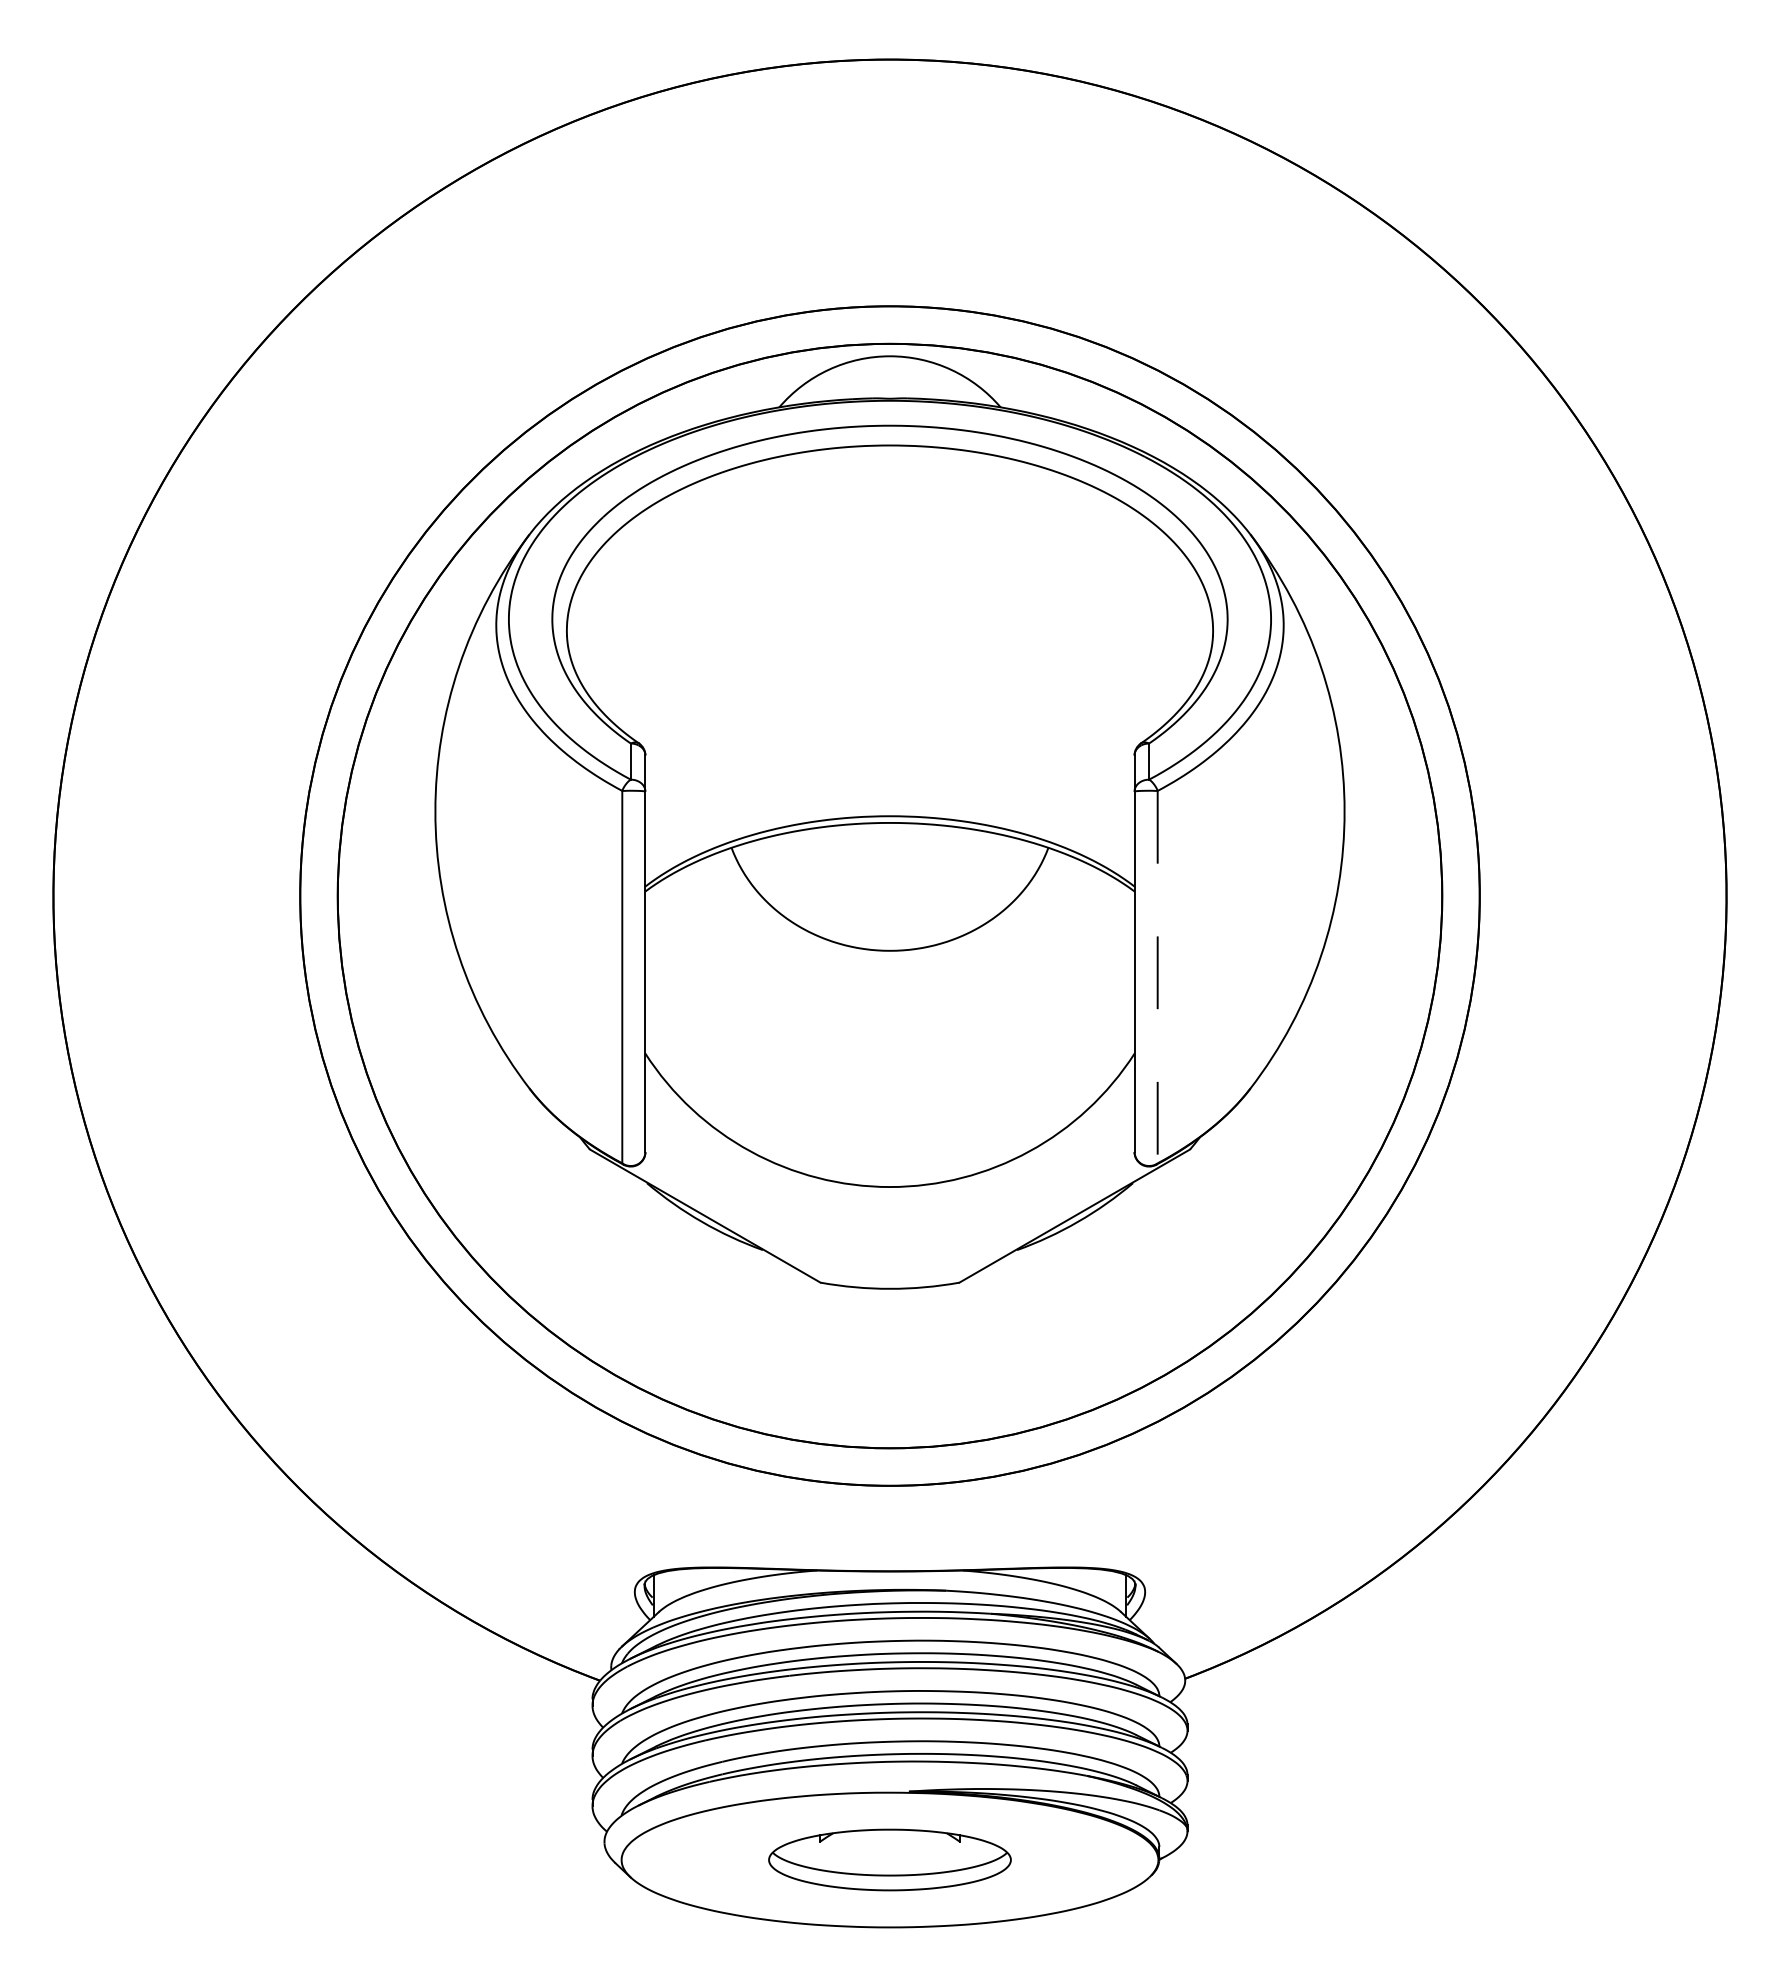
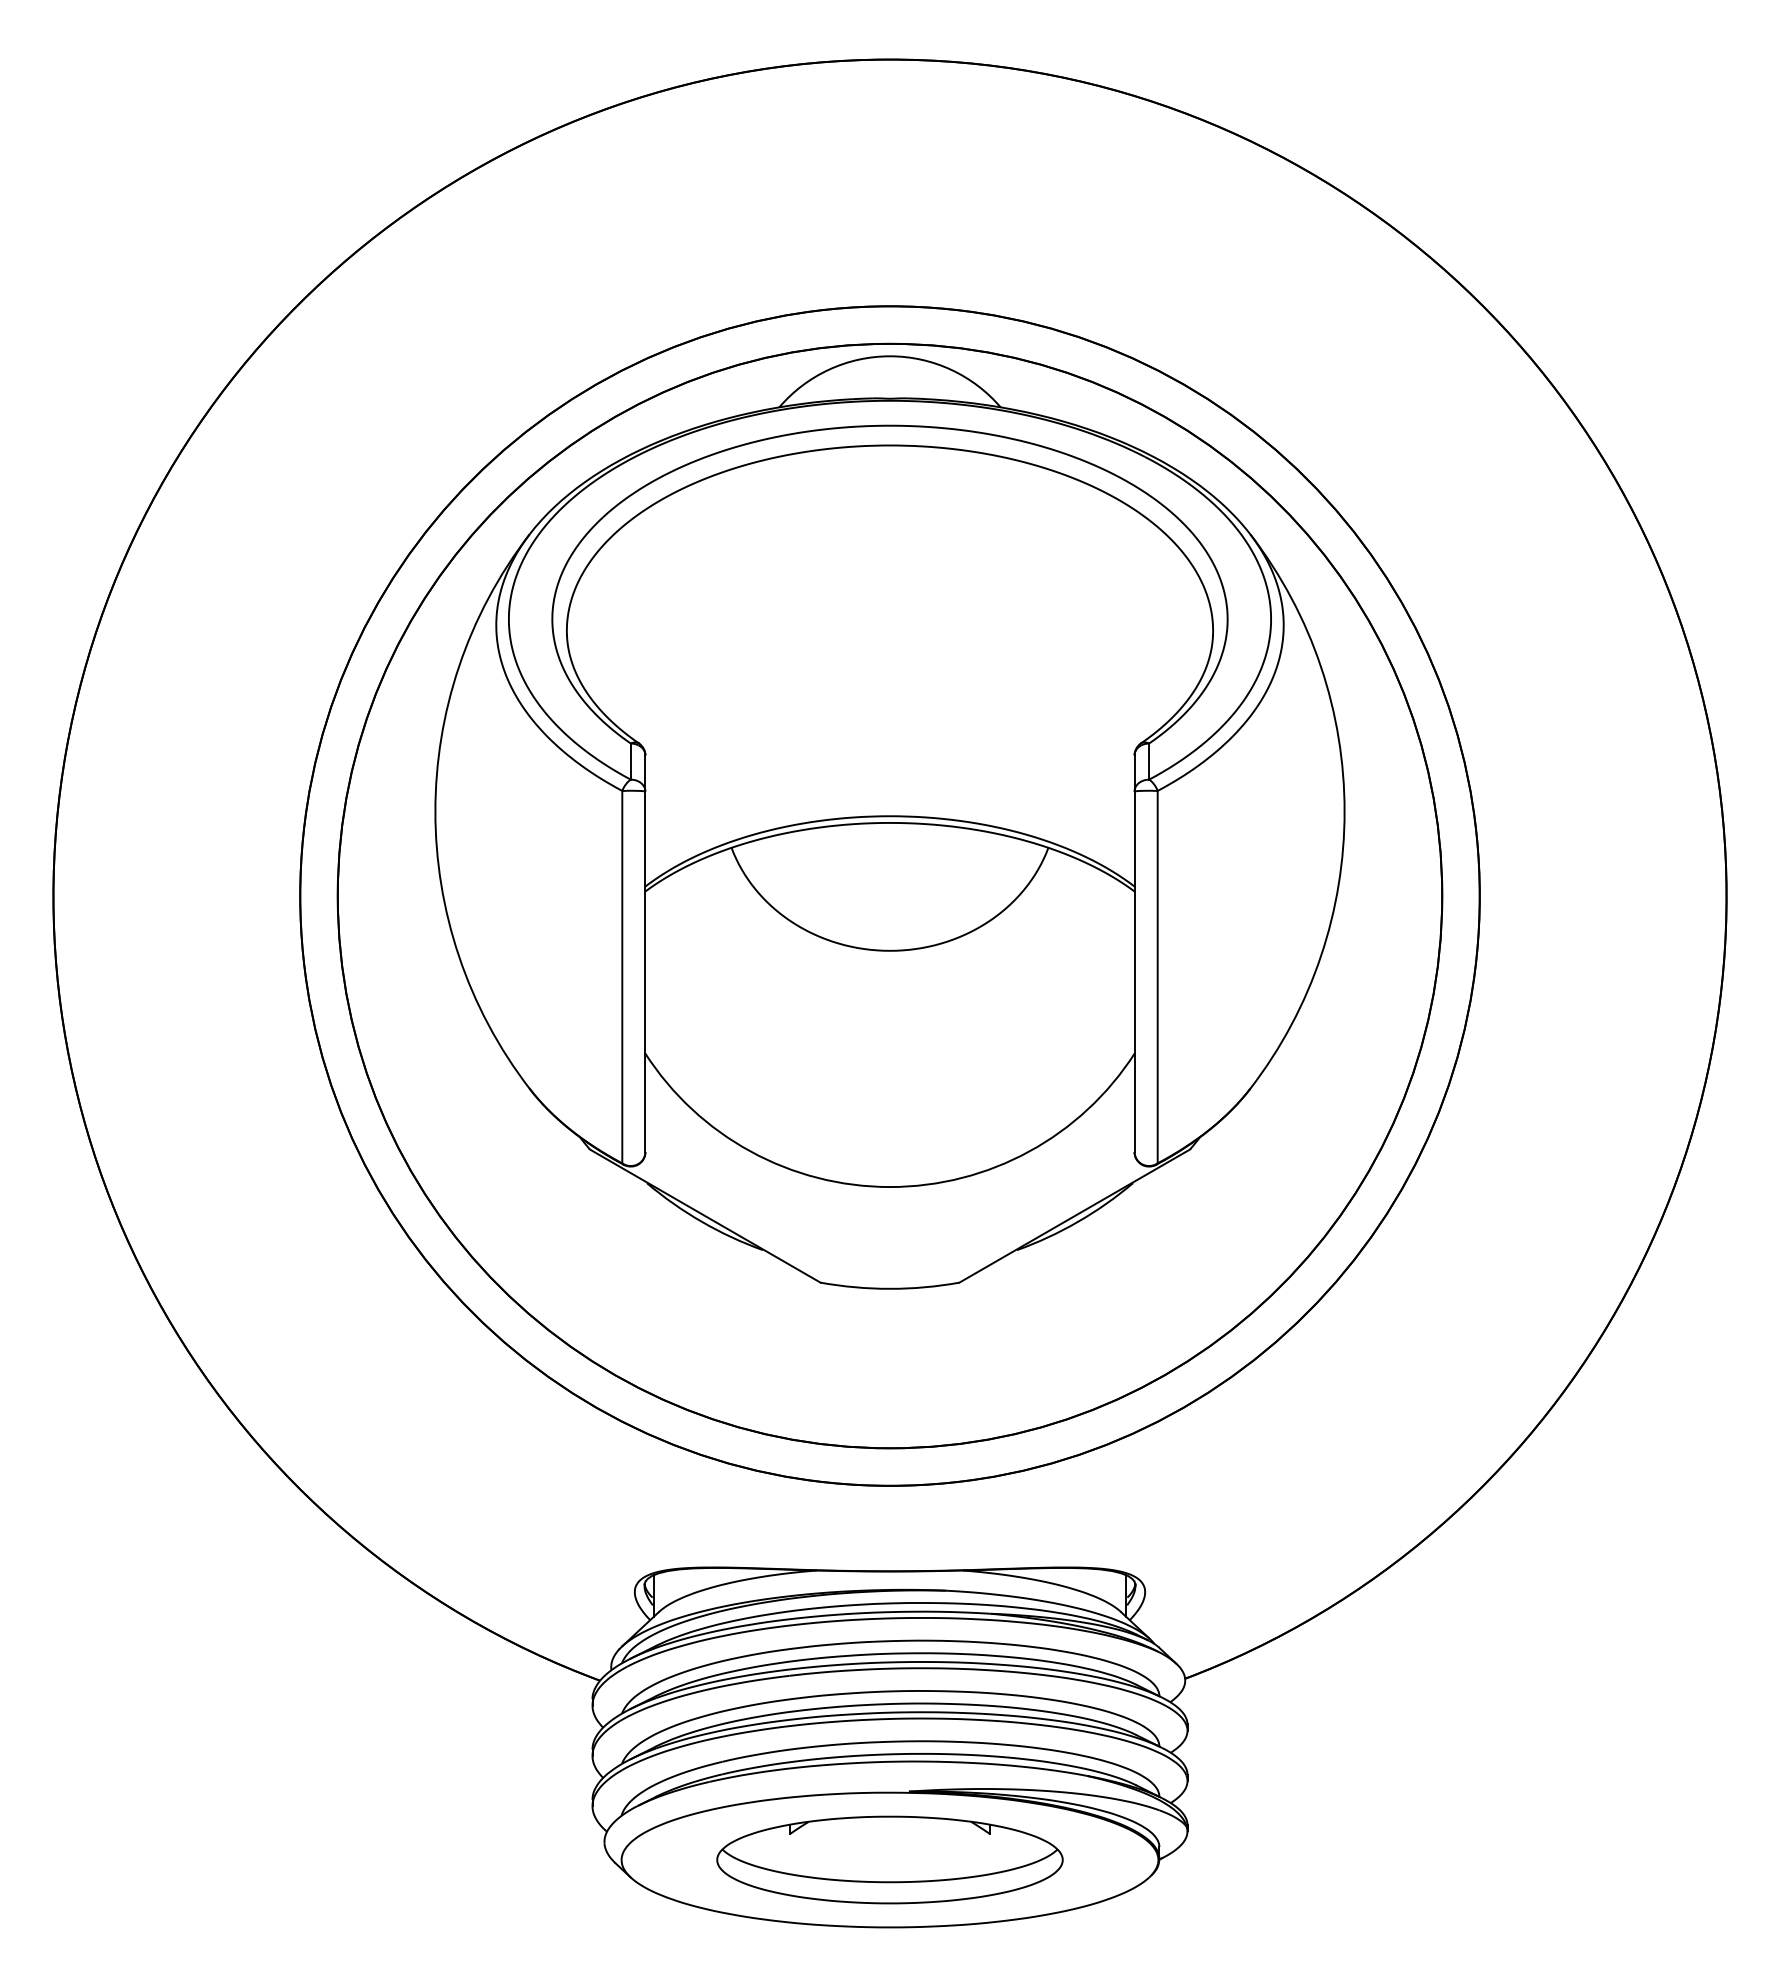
line at (1157, 977): dashed -> solid
part at (889, 1859) size: 244x64 px -> 348x90 px
